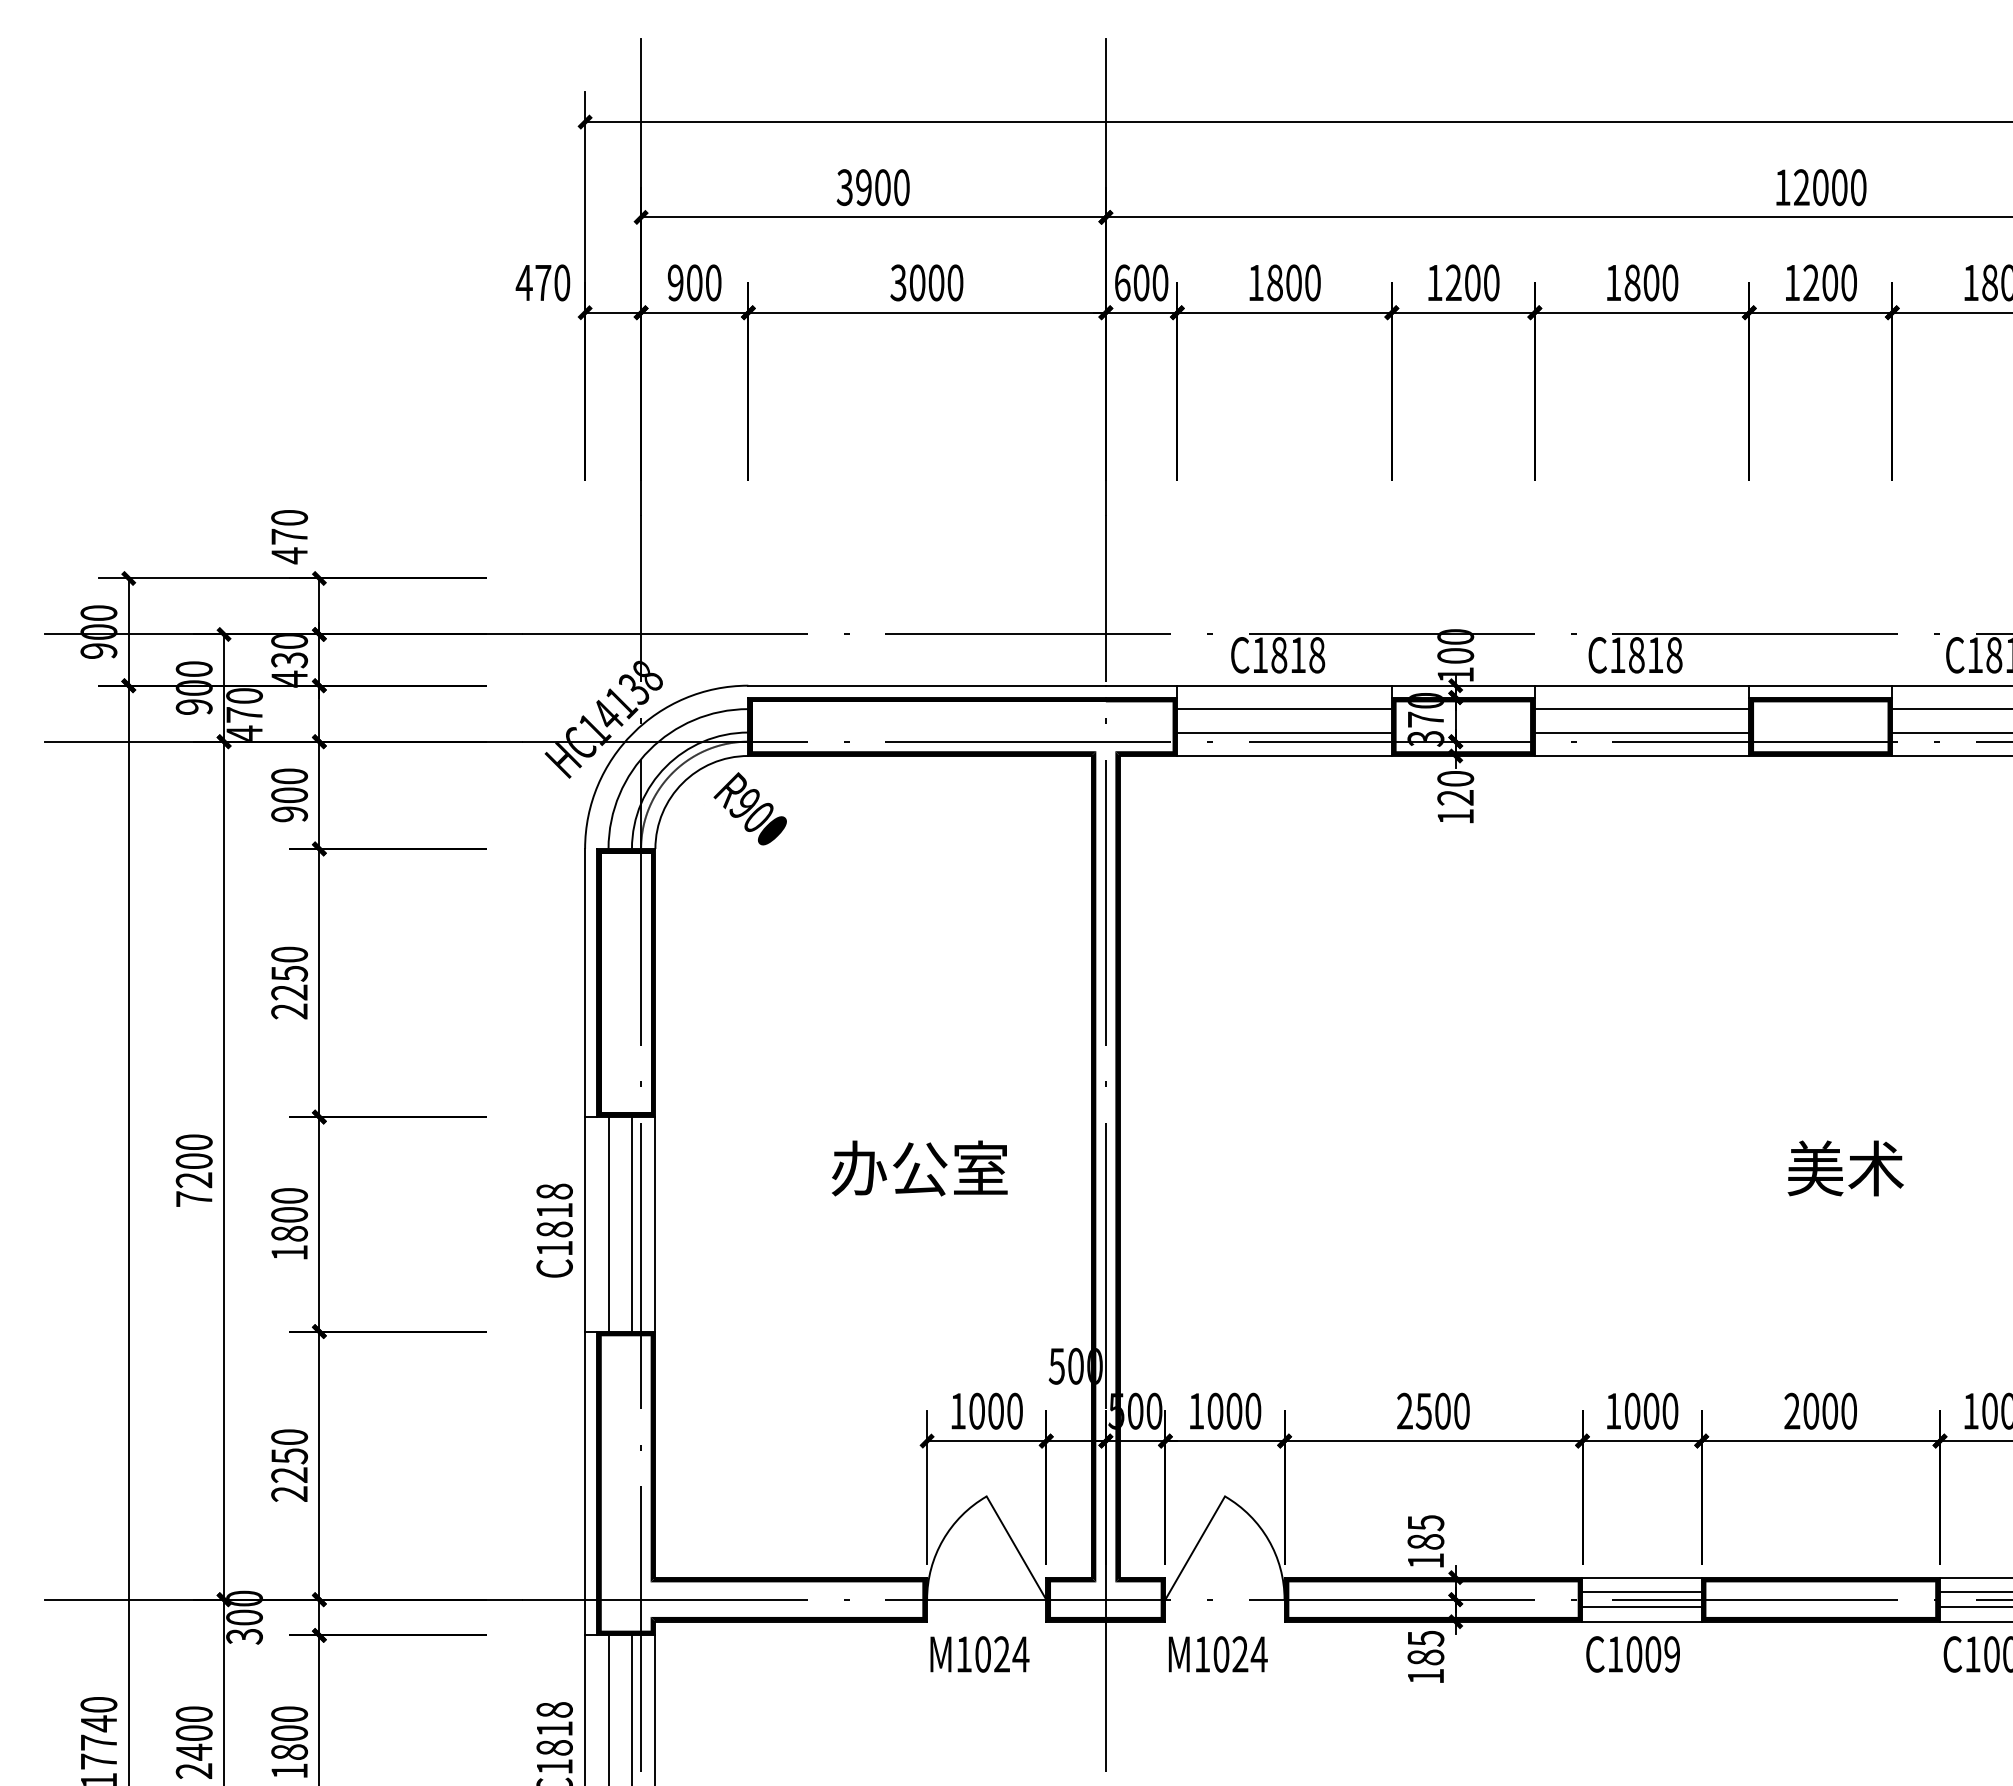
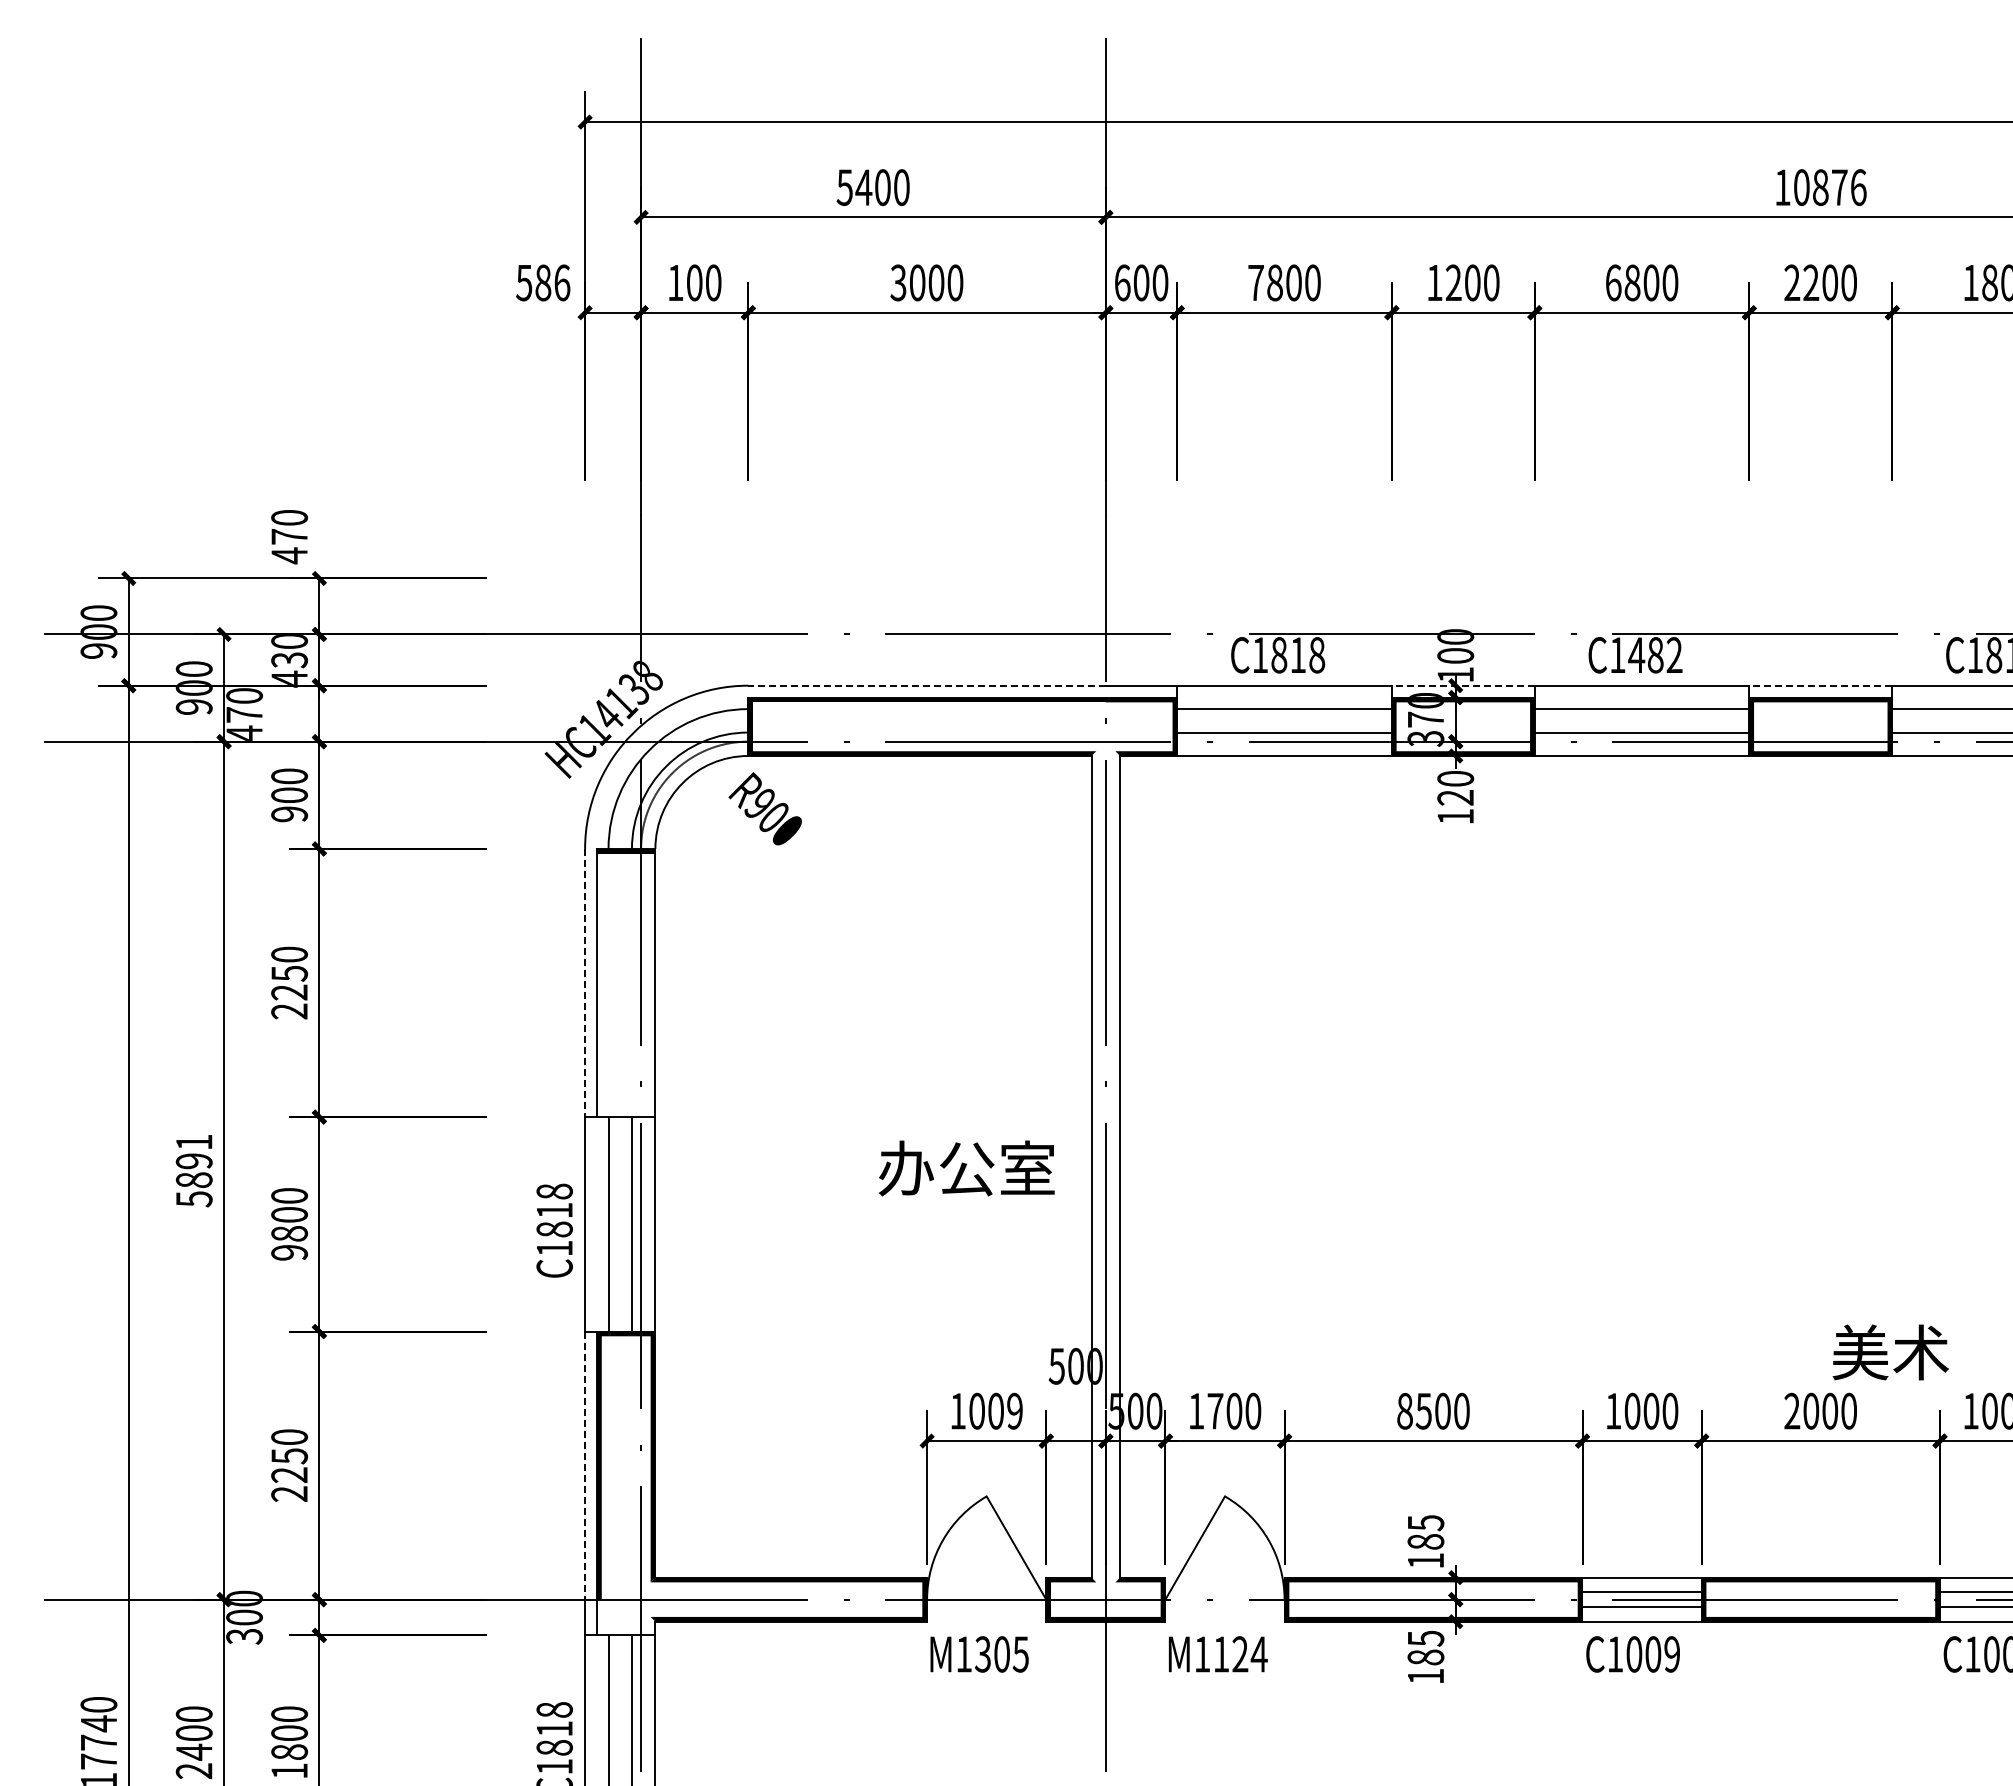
text at (854, 187): 3900 -> 5400
text at (1830, 187): 12000 -> 10876
text at (542, 282): 470 -> 586
text at (675, 282): 900 -> 100
text at (1255, 282): 1800 -> 7800
text at (1613, 282): 1800 -> 6800
text at (1792, 282): 1200 -> 2200
text at (1655, 655): C1818 -> C1482
line at (927, 685): solid -> dashed
line at (1462, 685): solid -> dashed
line at (1820, 685): solid -> dashed
text at (749, 808) position: (749, 808) -> (764, 808)
fill at (626, 982): present -> none
line at (585, 983): solid -> dashed
fill at (1093, 1166): present -> none
fill at (1117, 1166): present -> none
text at (919, 1168) position: (919, 1168) -> (966, 1168)
text at (1845, 1168) position: (1845, 1168) -> (1890, 1352)
text at (193, 1170): 7200 -> 5891
text at (289, 1252): 1800 -> 9800
text at (1014, 1410): 1000 -> 1009
text at (1215, 1410): 1000 -> 1700
text at (1404, 1410): 2500 -> 8500
line at (585, 1466): solid -> dashed
fill at (626, 1617): present -> none
text at (1002, 1654): M1024 -> M1305
text at (1221, 1654): M1024 -> M1124
